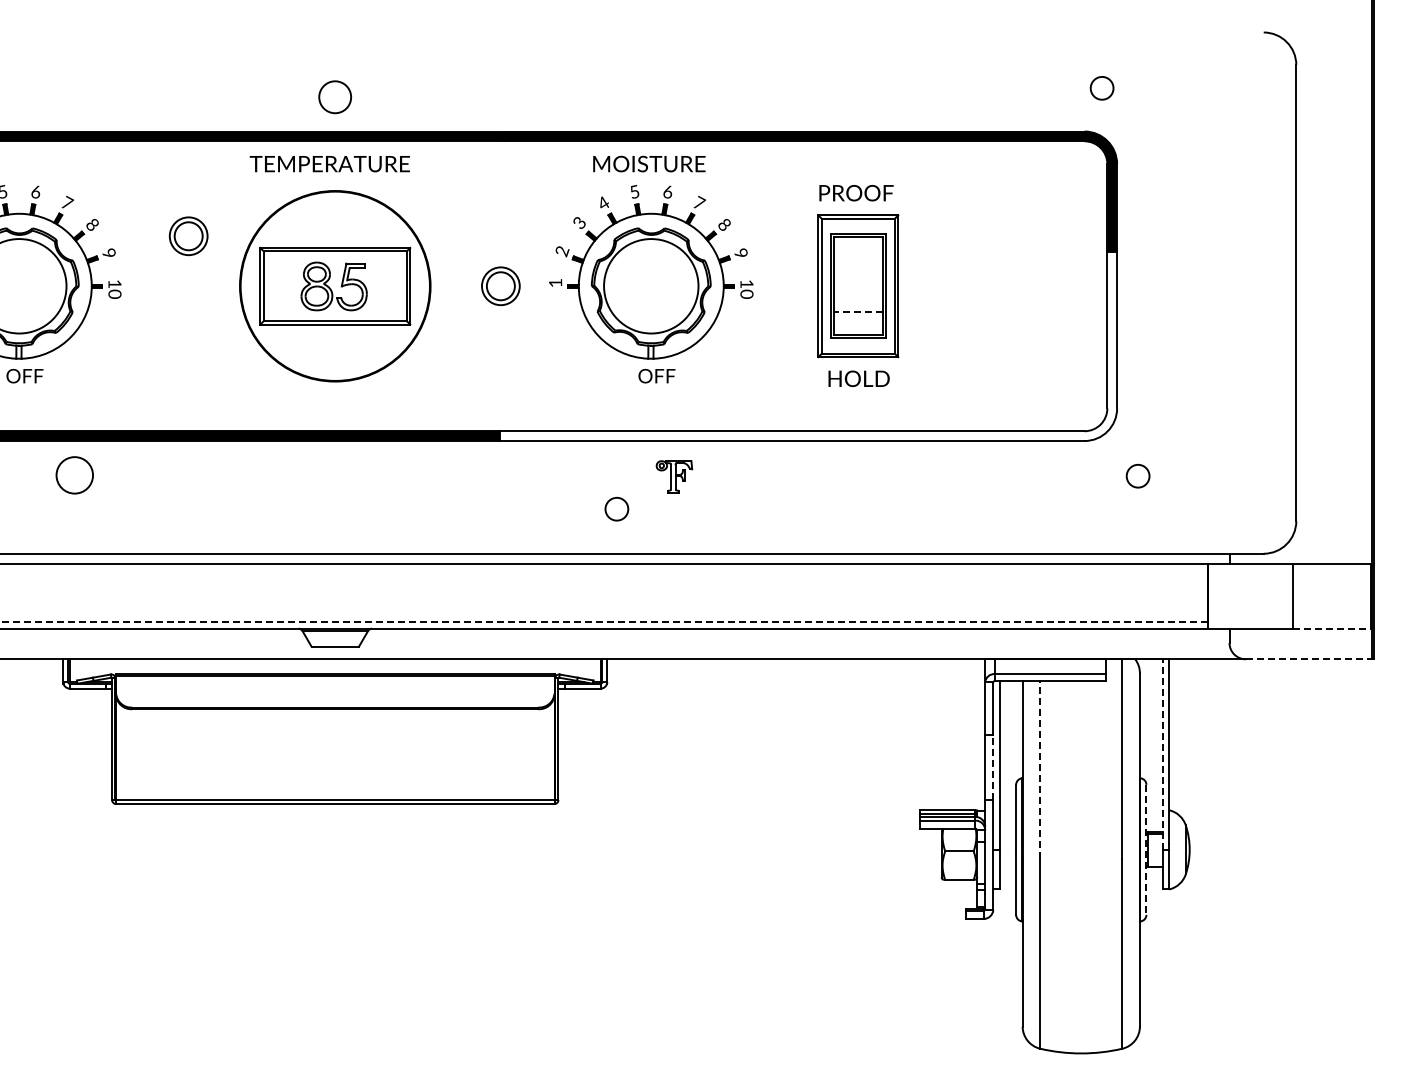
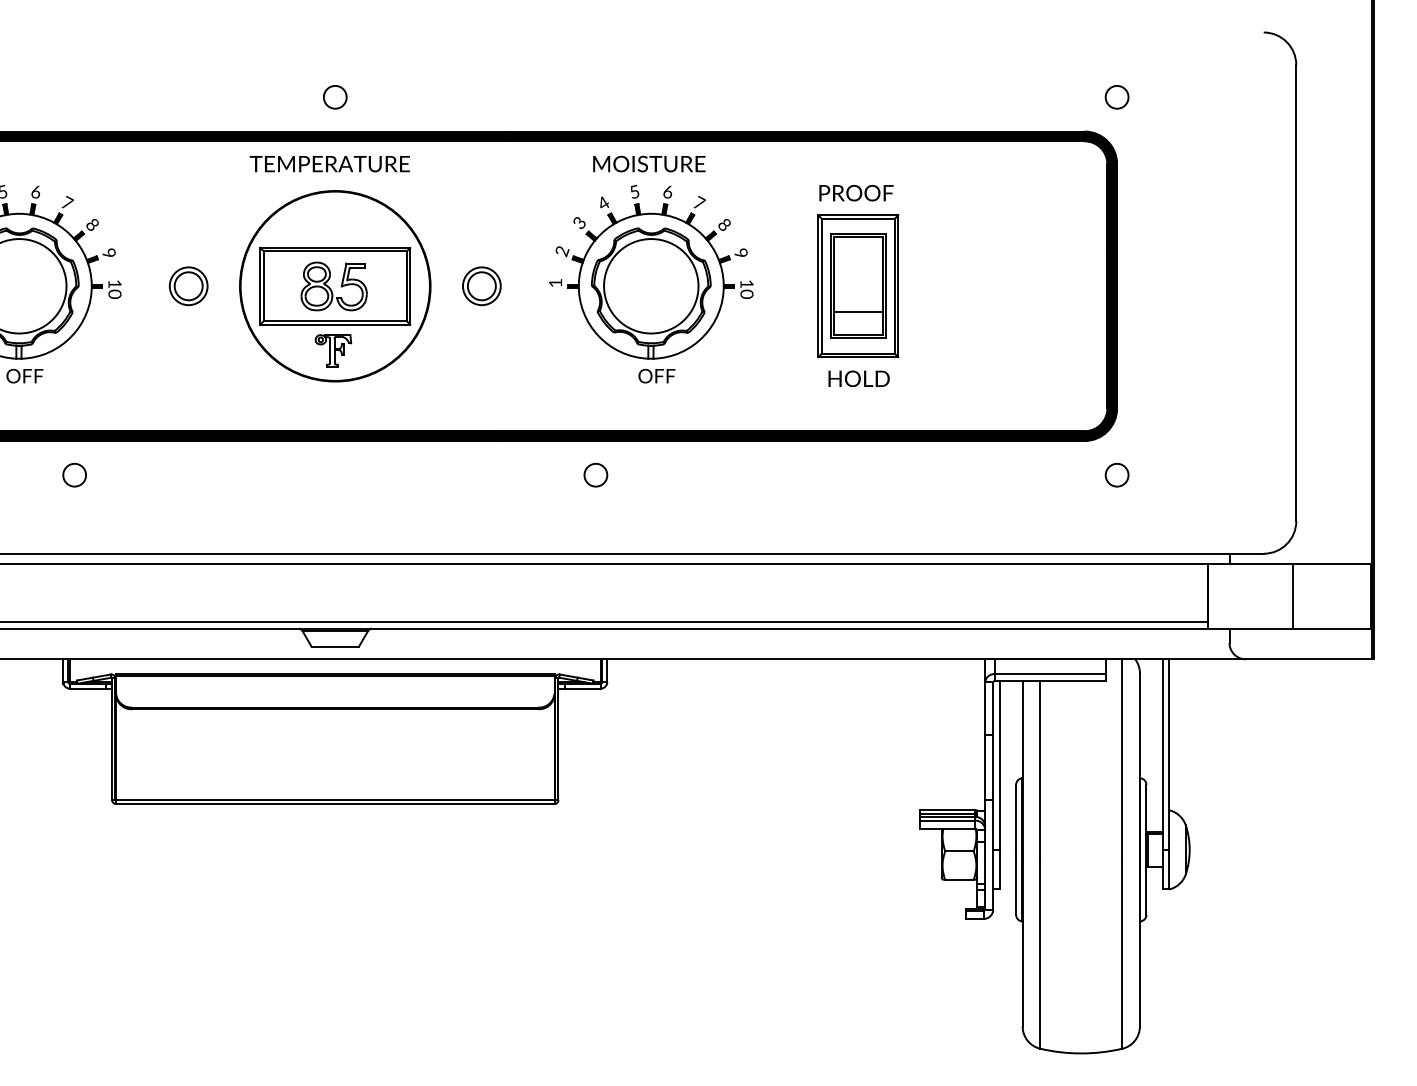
circle at (1101, 88) position: (1101, 88) -> (1116, 97)
circle at (335, 97) size: 35x35 px -> 25x25 px
part at (188, 236) position: (188, 236) -> (188, 286)
part at (500, 286) position: (500, 286) -> (481, 286)
line at (857, 312): dashed -> solid
fill at (808, 346): none -> present
circle at (74, 475) size: 39x39 px -> 25x26 px
part at (674, 476) position: (674, 476) -> (333, 350)
circle at (1137, 476) position: (1137, 476) -> (1116, 475)
circle at (616, 509) position: (616, 509) -> (595, 475)
line at (604, 622): dashed -> solid
line at (1332, 628): dashed -> solid
line at (1309, 659): dashed -> solid
line at (1162, 754): dashed -> solid
line at (993, 766): dashed -> solid
line at (1040, 769): dashed -> solid
line at (1146, 850): dashed -> solid
